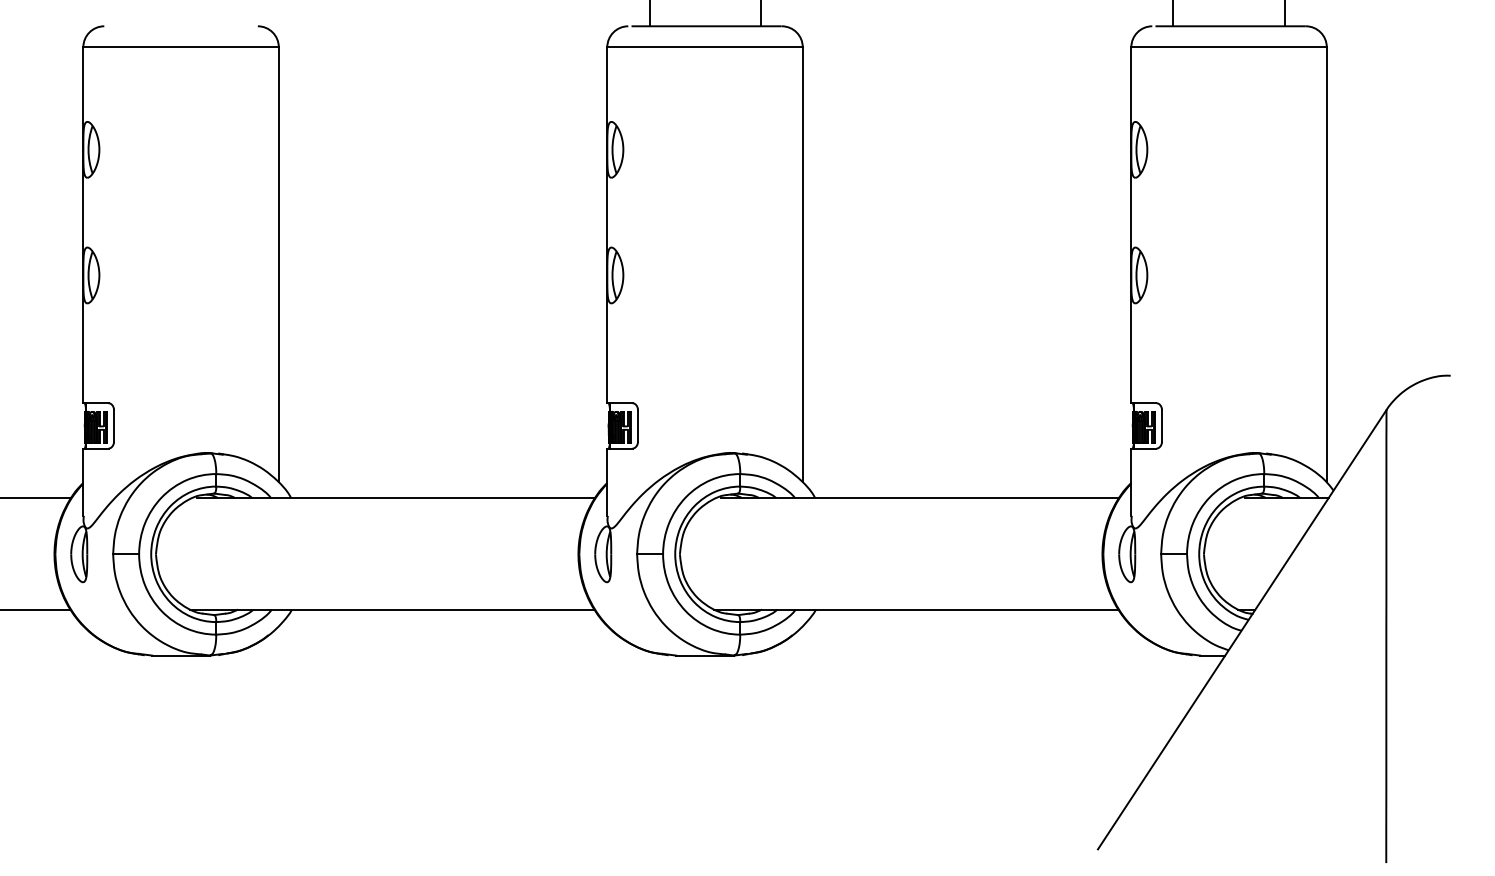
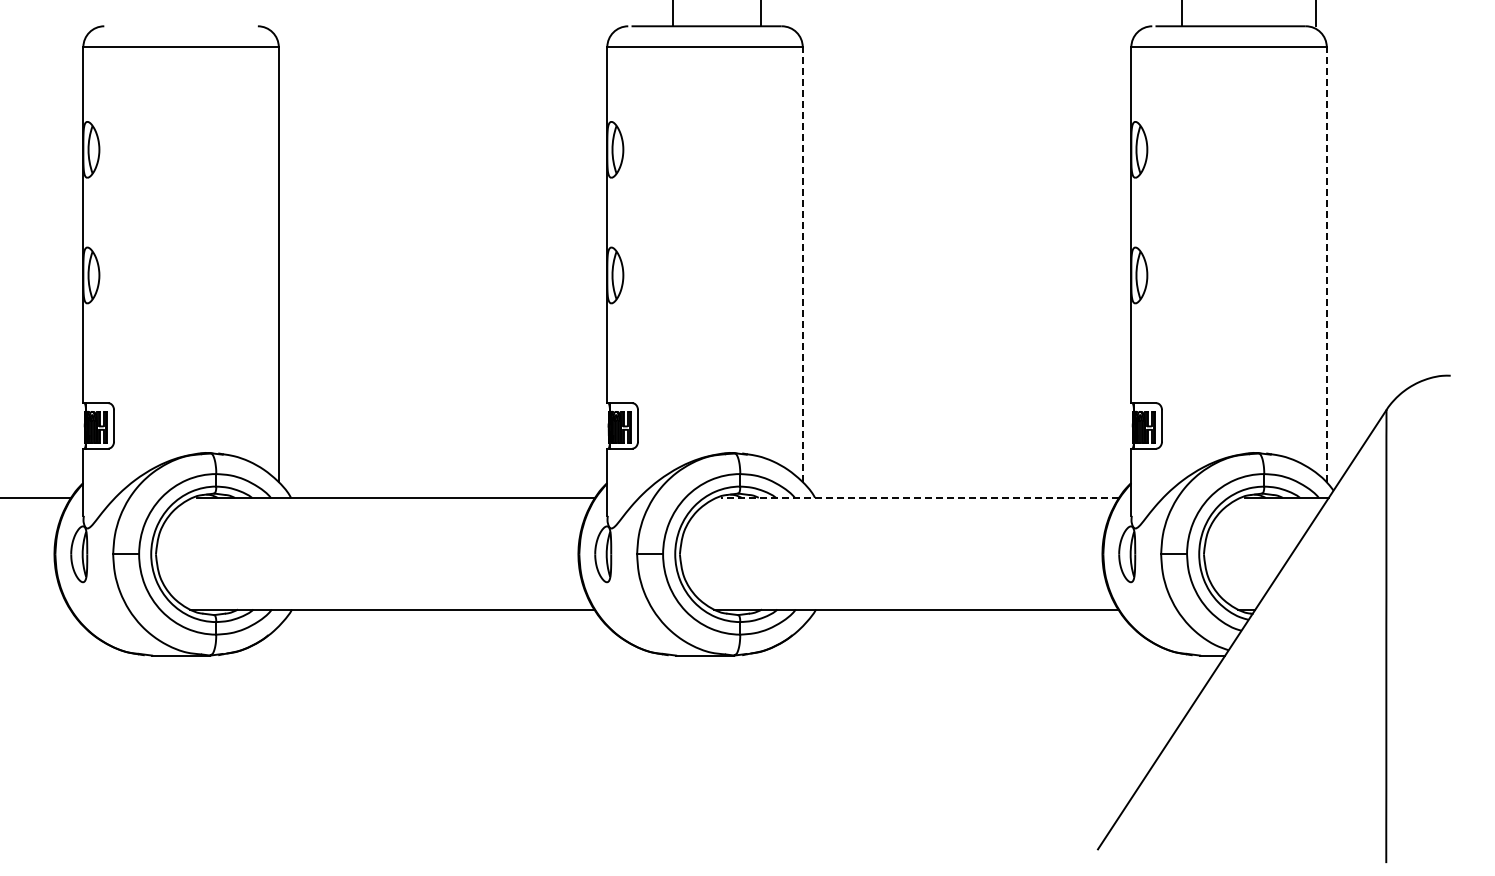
line at (649, 14) position: (649, 14) -> (672, 14)
line at (1173, 14) position: (1173, 14) -> (1182, 14)
line at (1285, 14) position: (1285, 14) -> (1316, 14)
line at (802, 264): solid -> dashed
line at (1326, 264): solid -> dashed
line at (919, 497): solid -> dashed
line at (36, 609): present -> none
